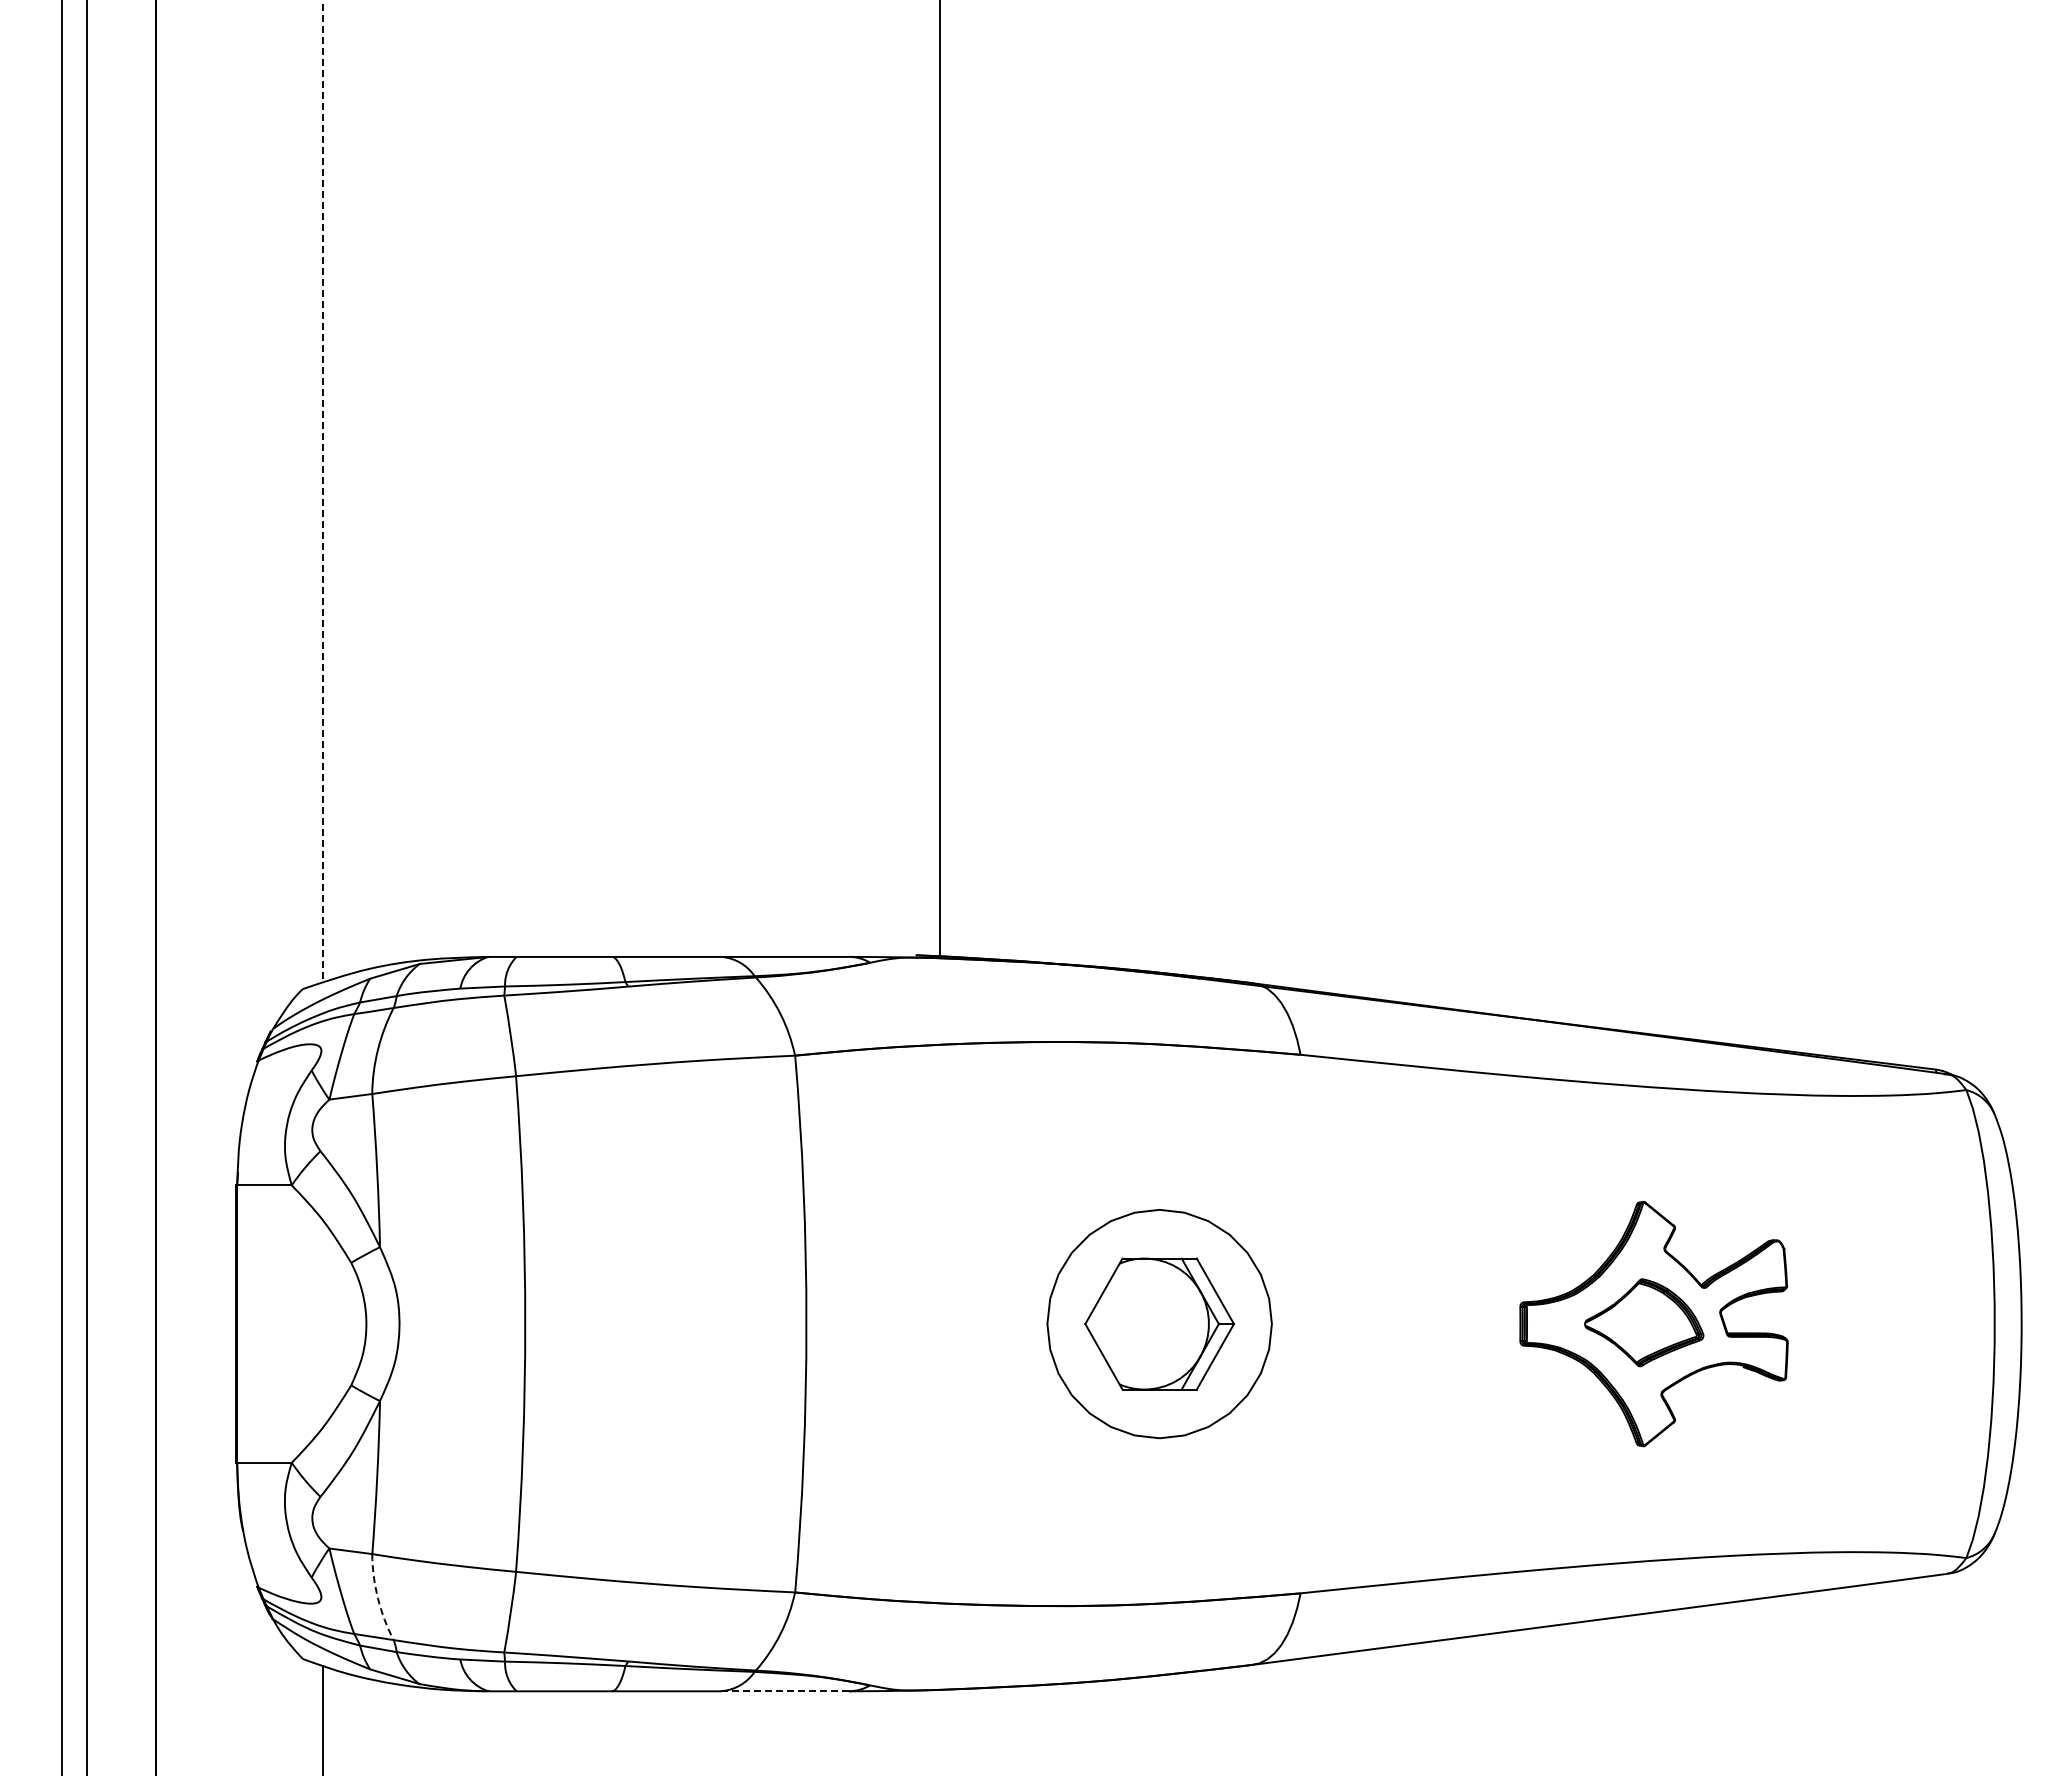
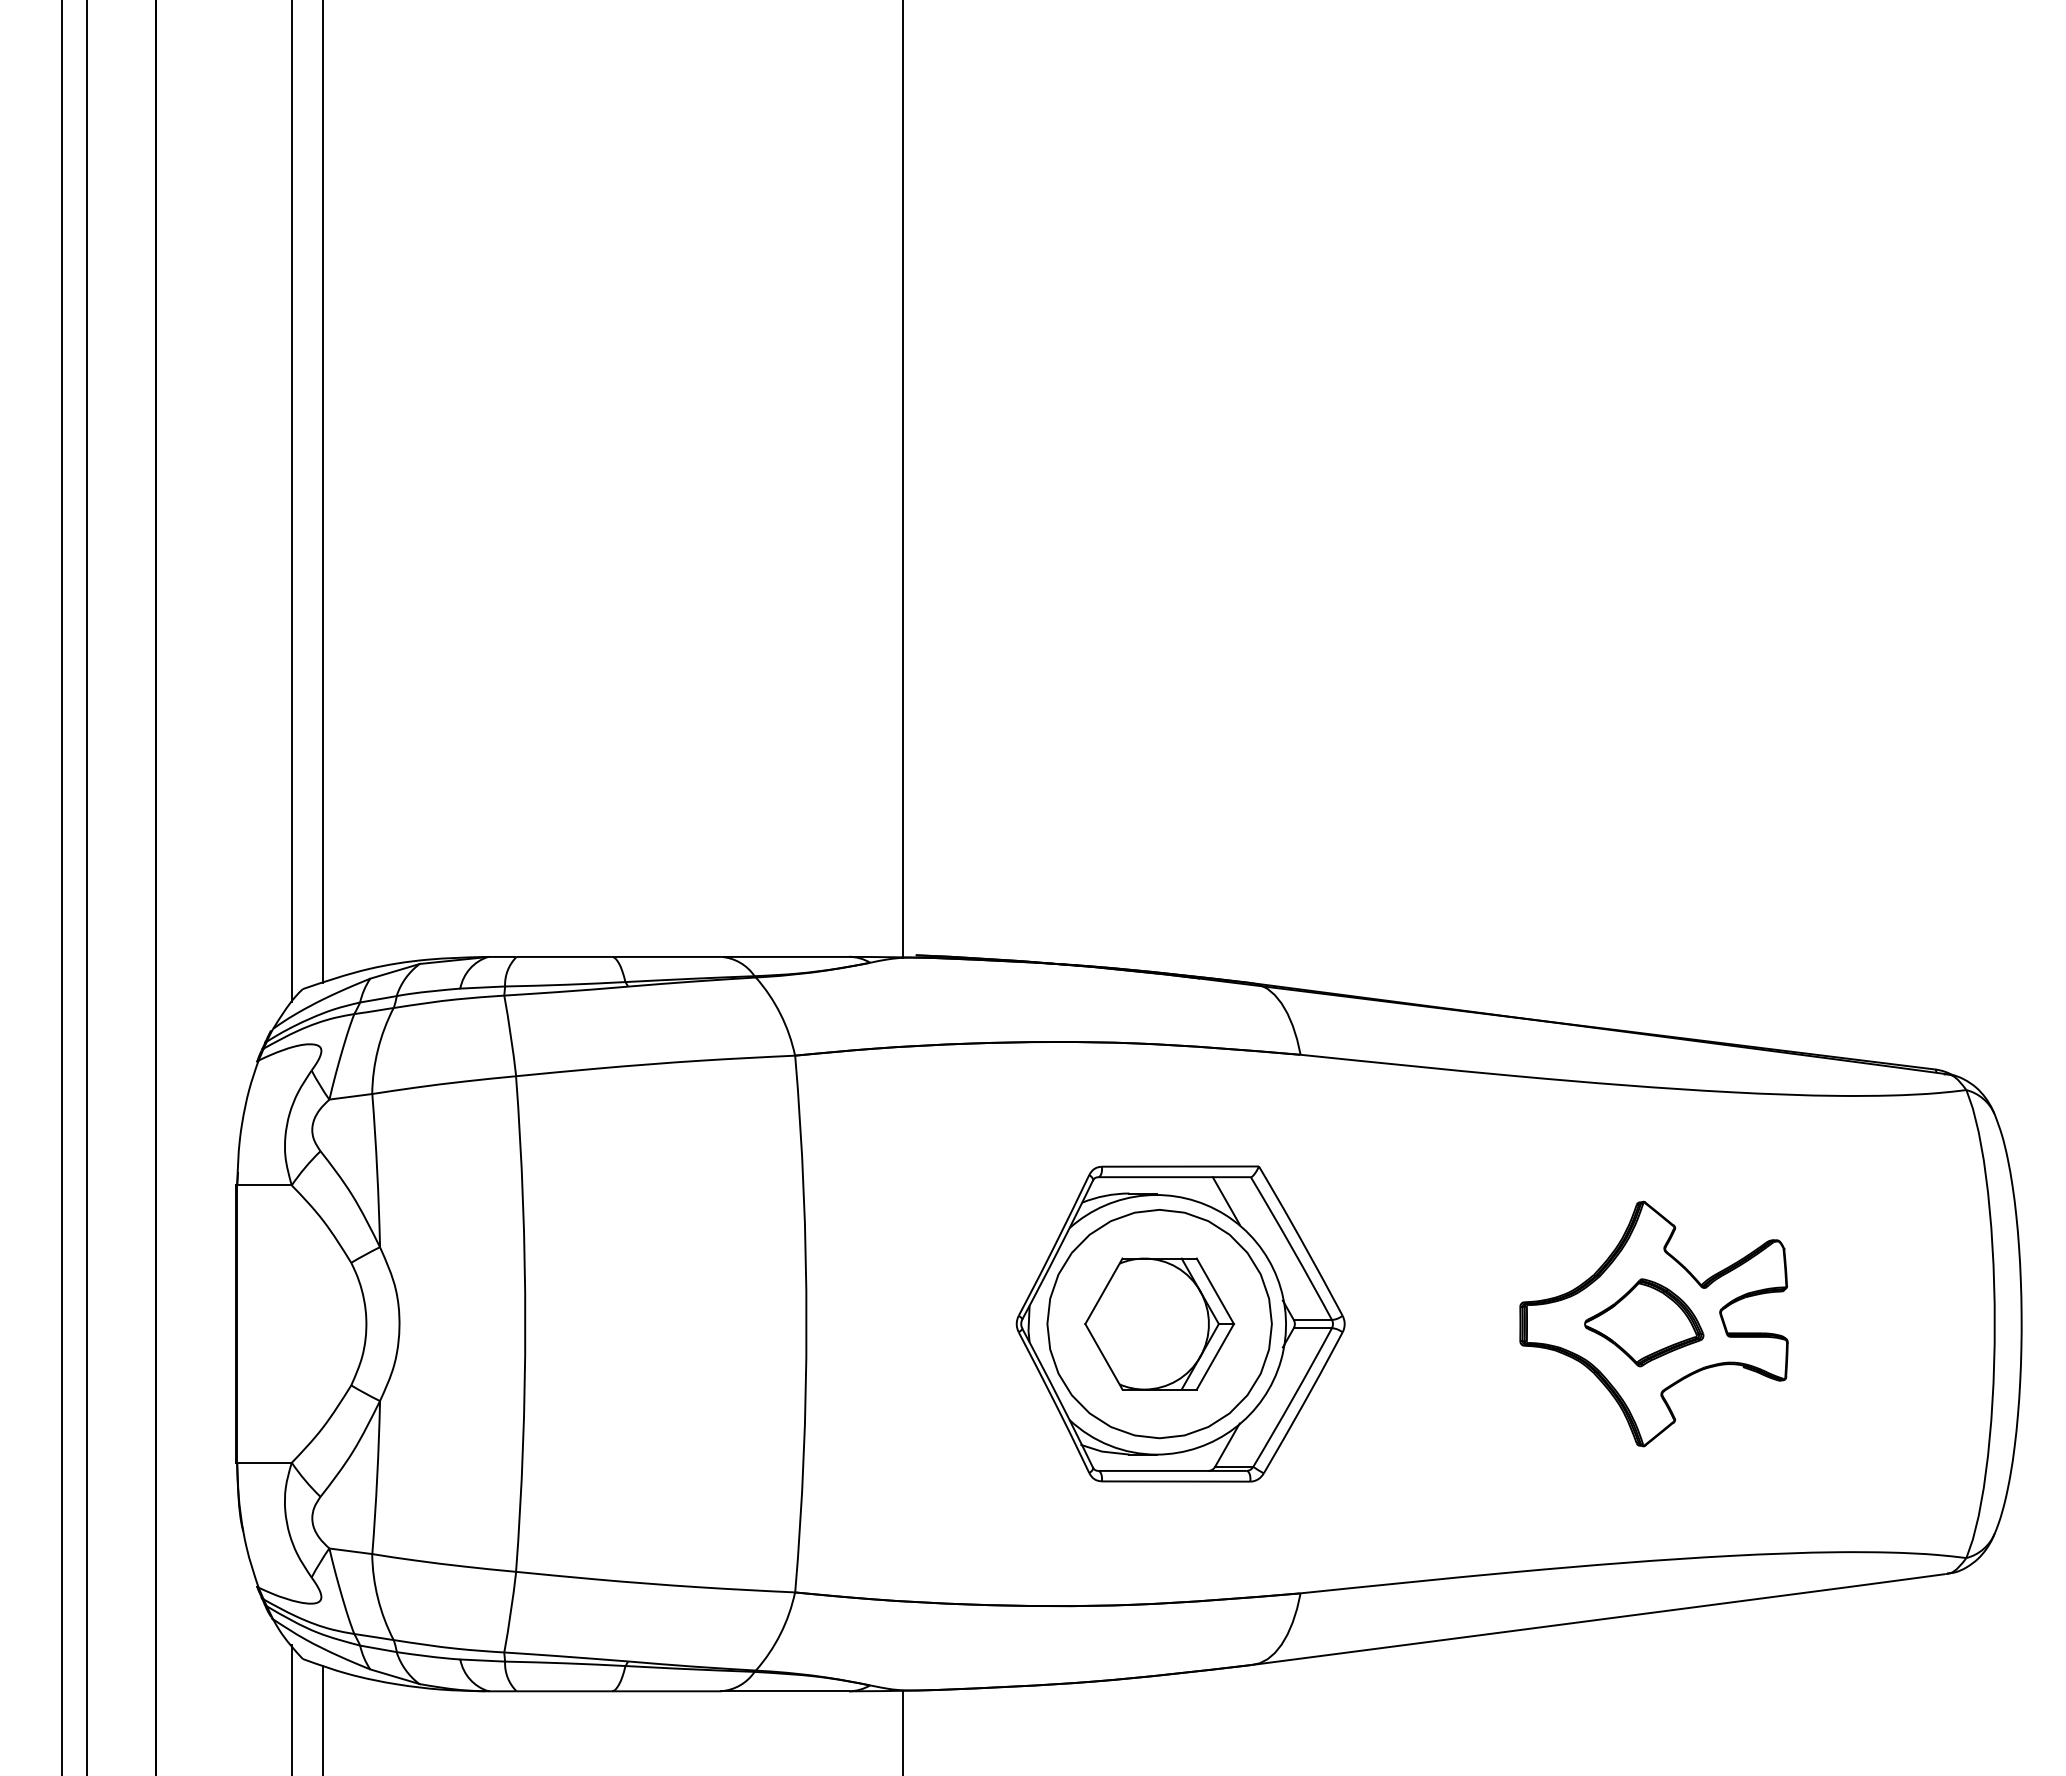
line at (940, 479) position: (940, 479) -> (903, 479)
line at (323, 491): dashed -> solid
line at (291, 502): none -> present
part at (1180, 1323): none -> present
arc at (377, 1598): dashed -> solid
line at (785, 1691): dashed -> solid
line at (291, 1708): none -> present
line at (903, 1731): none -> present
